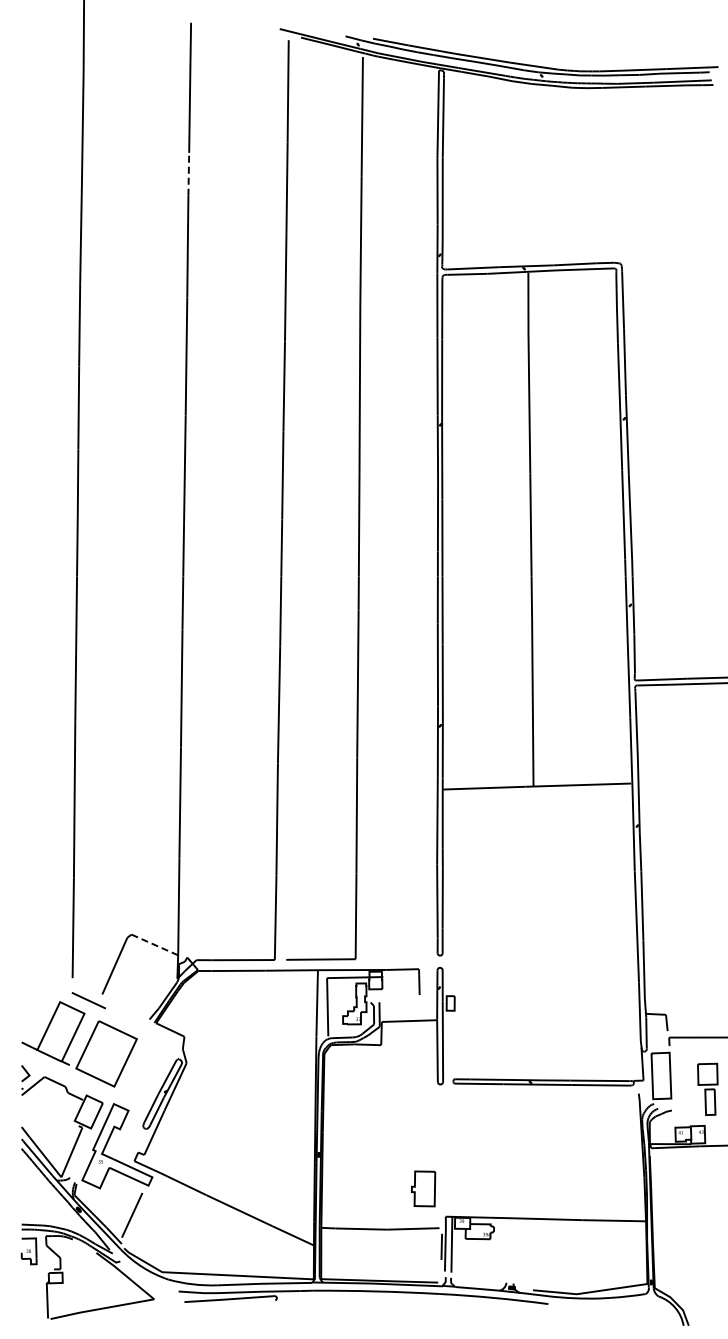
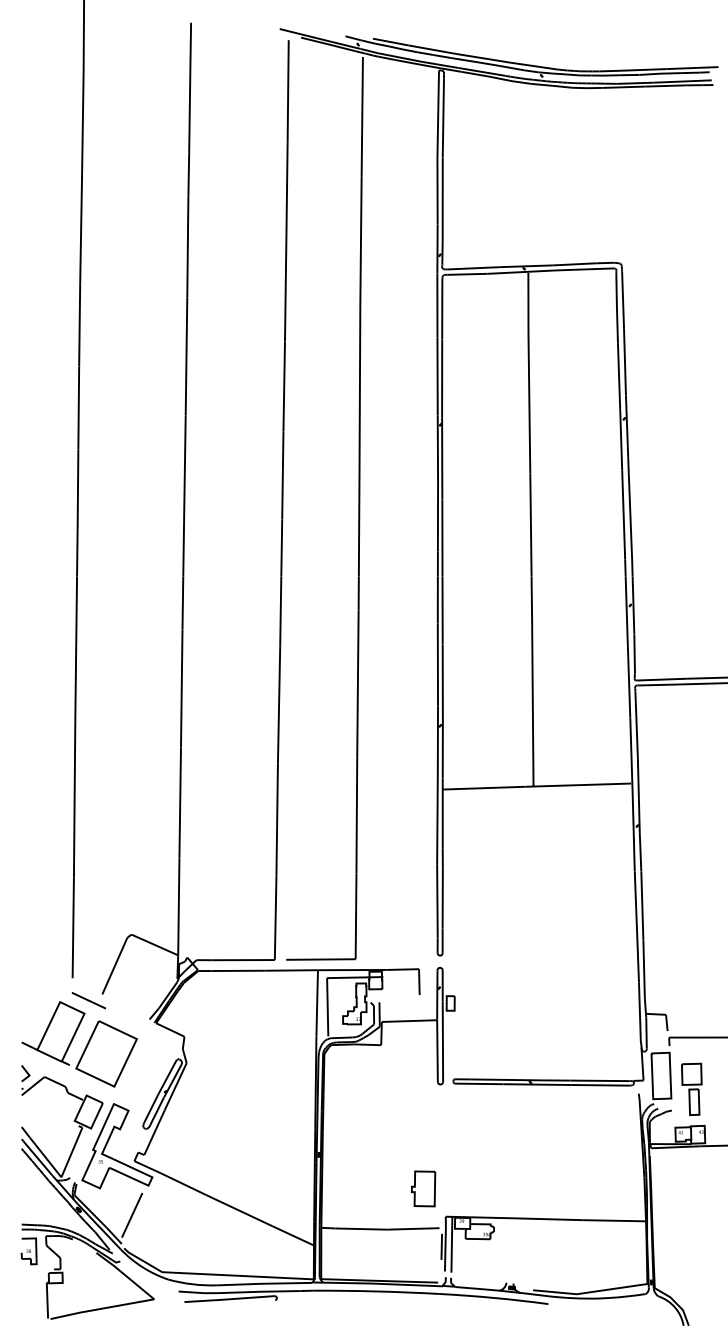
line at (188, 173): dashed -> solid
line at (154, 944): dashed -> solid
part at (707, 1088) position: (707, 1088) -> (691, 1088)
